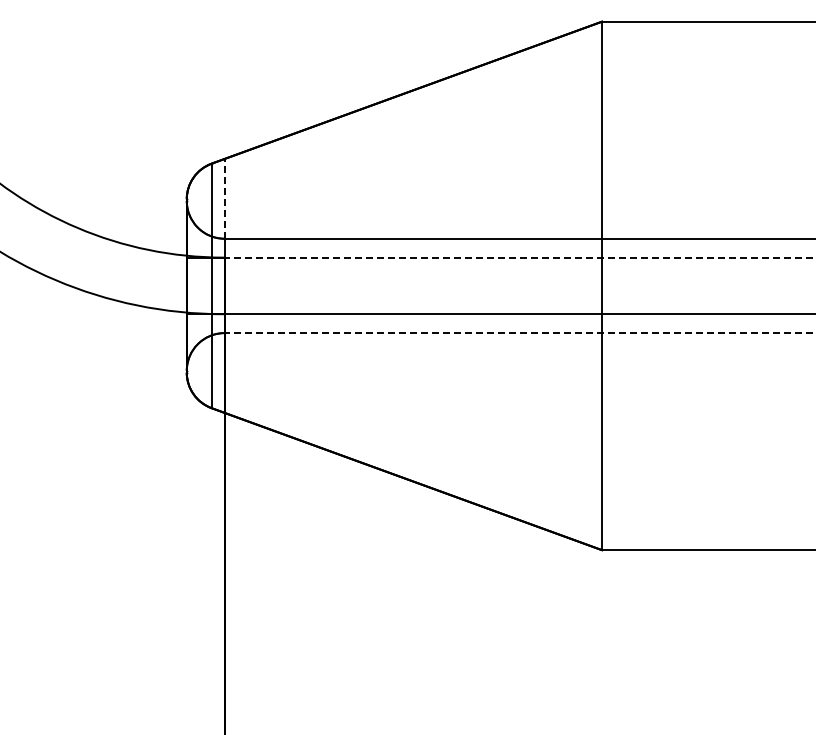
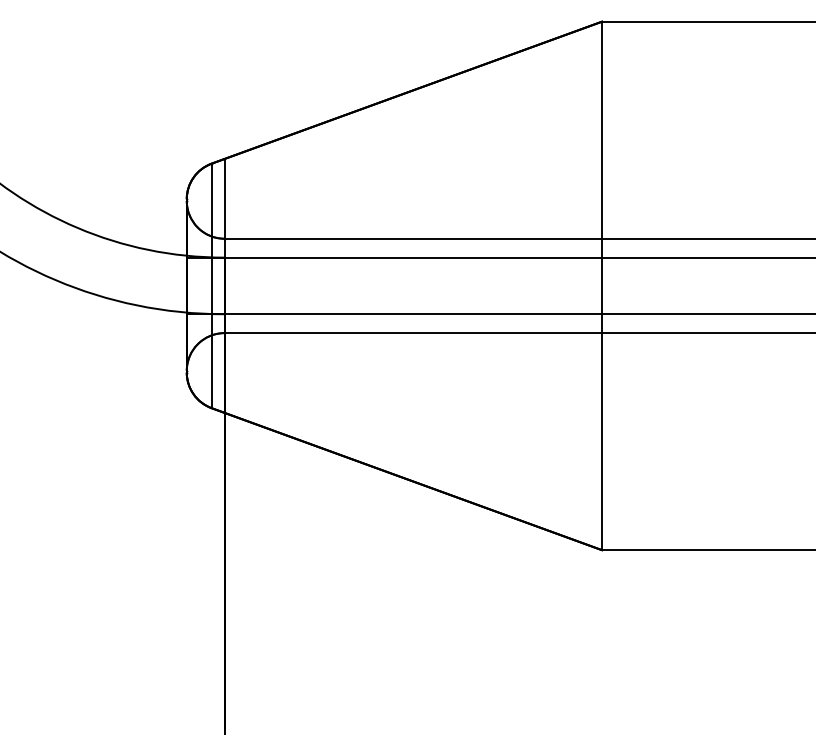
line at (224, 198): dashed -> solid
line at (519, 257): dashed -> solid
line at (519, 333): dashed -> solid
